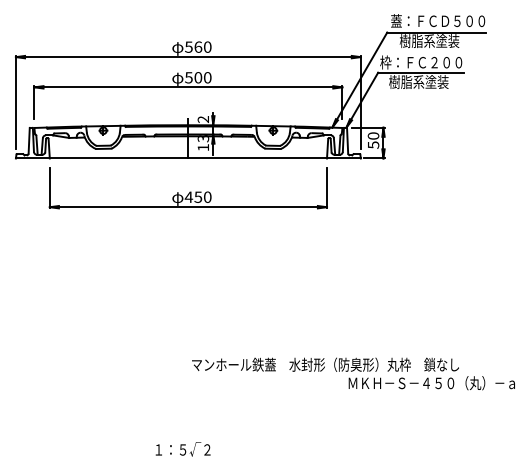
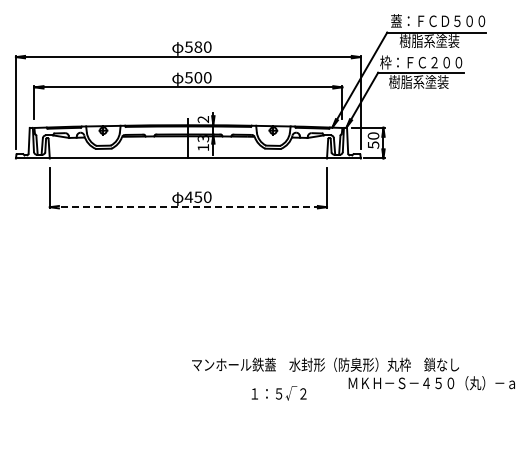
text at (198, 46): 560 -> 580
line at (188, 207): solid -> dashed
text at (182, 449) position: (182, 449) -> (278, 393)
